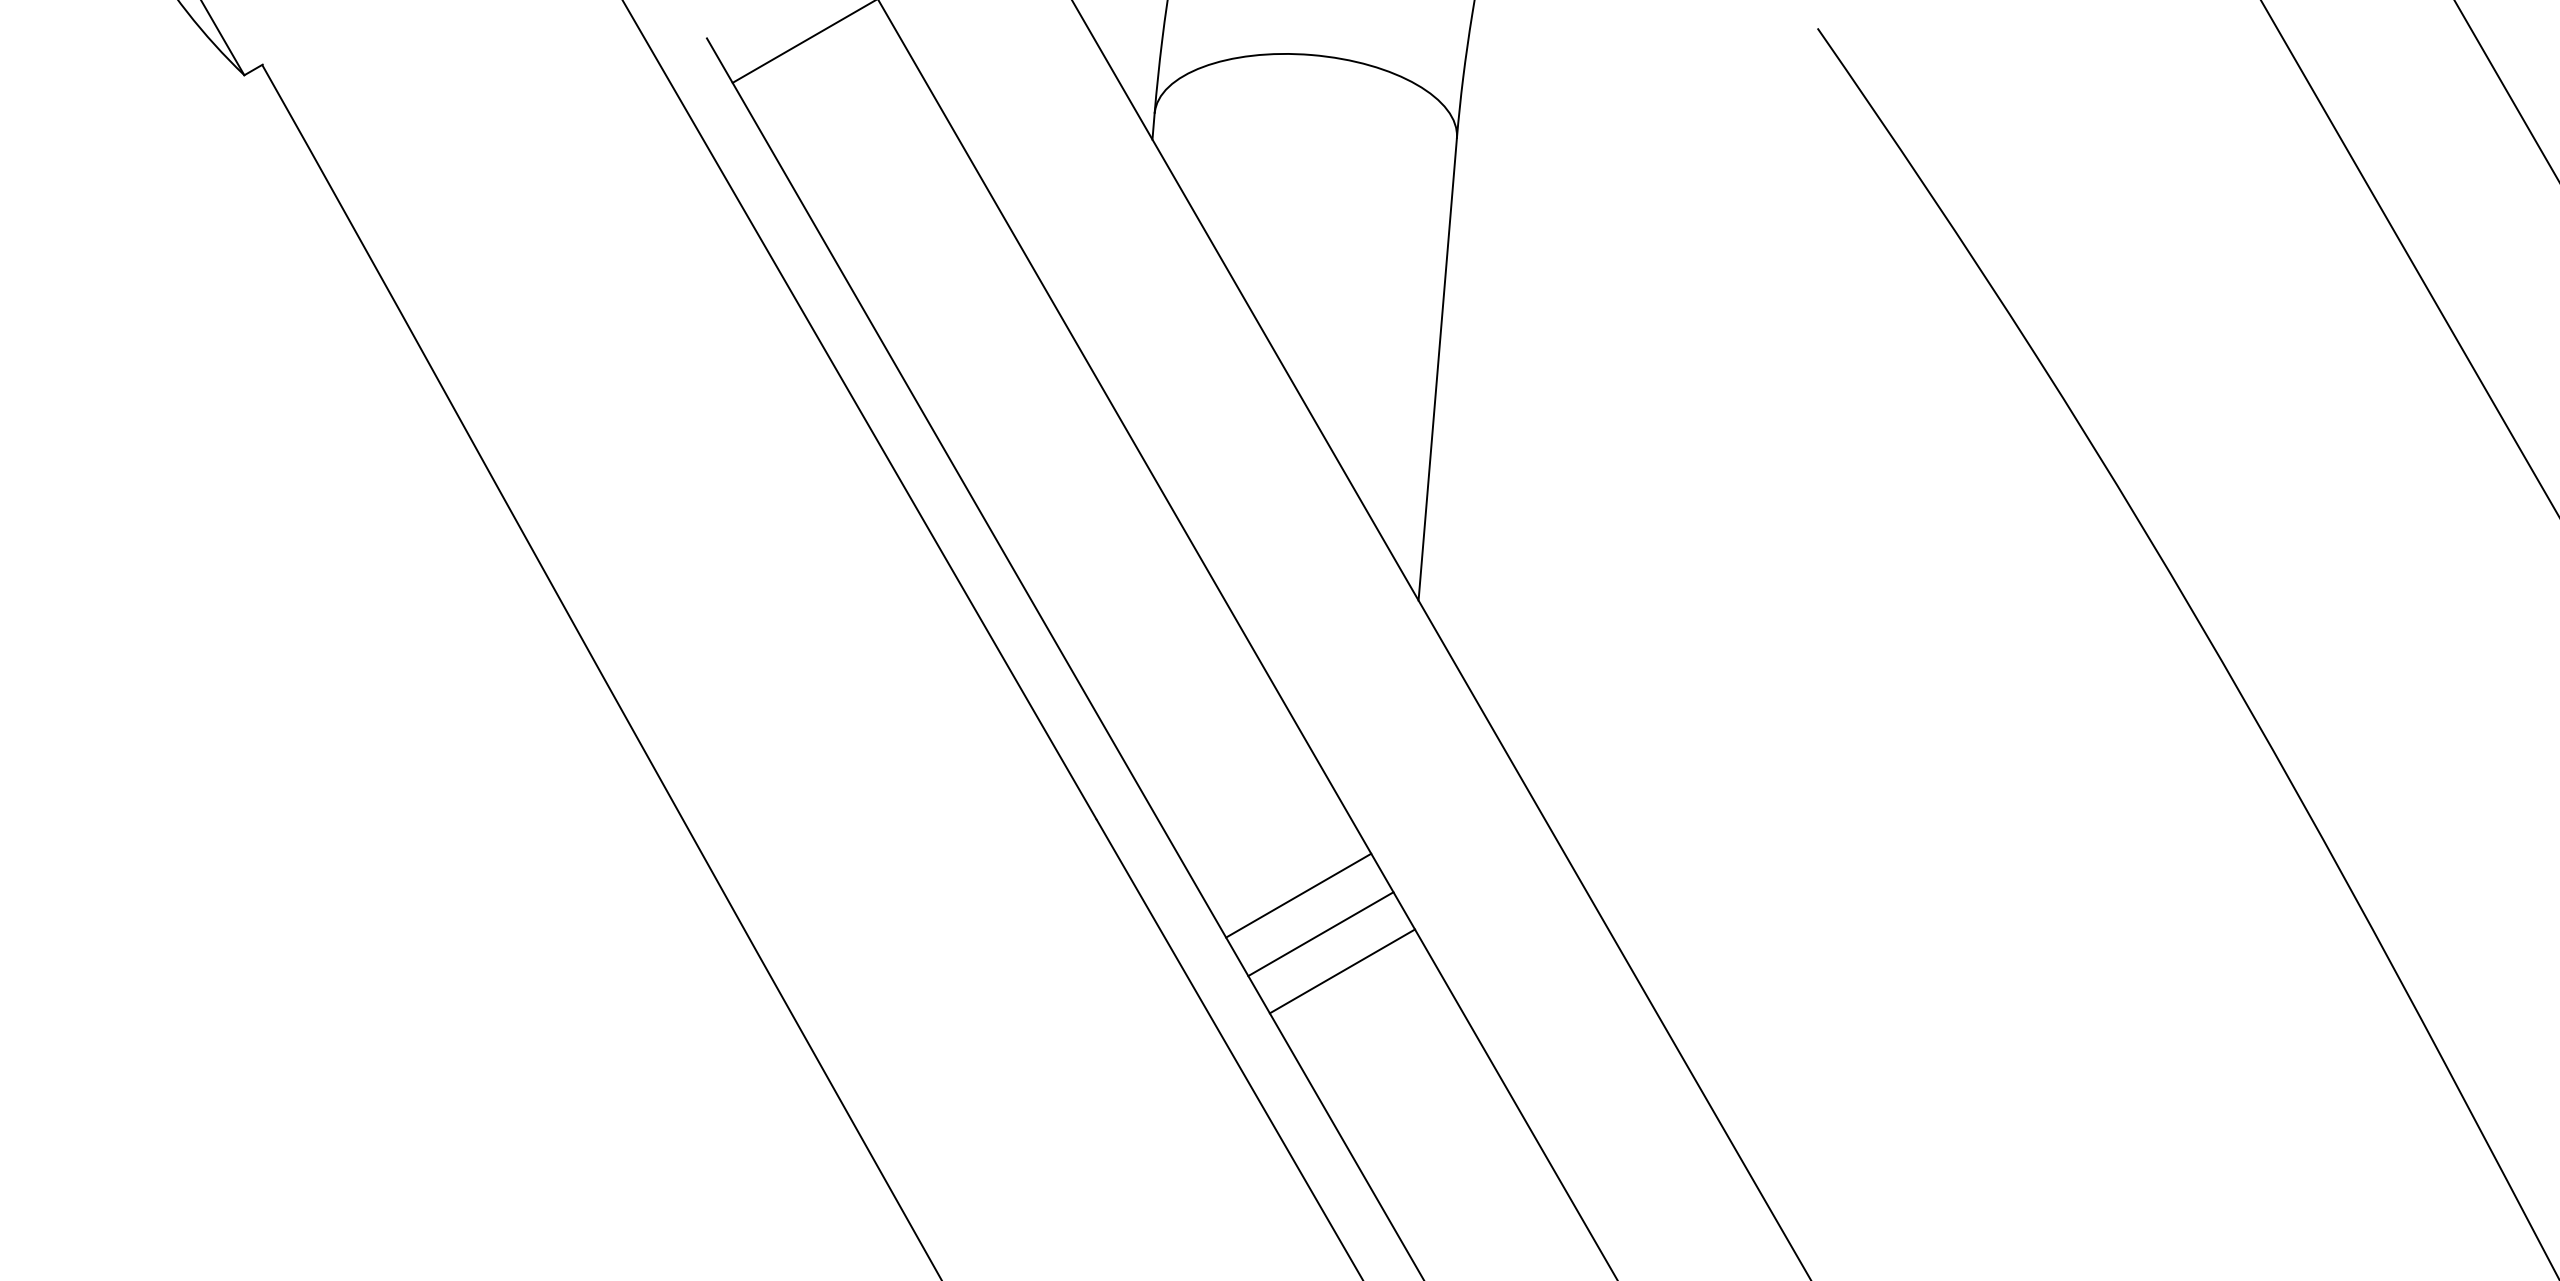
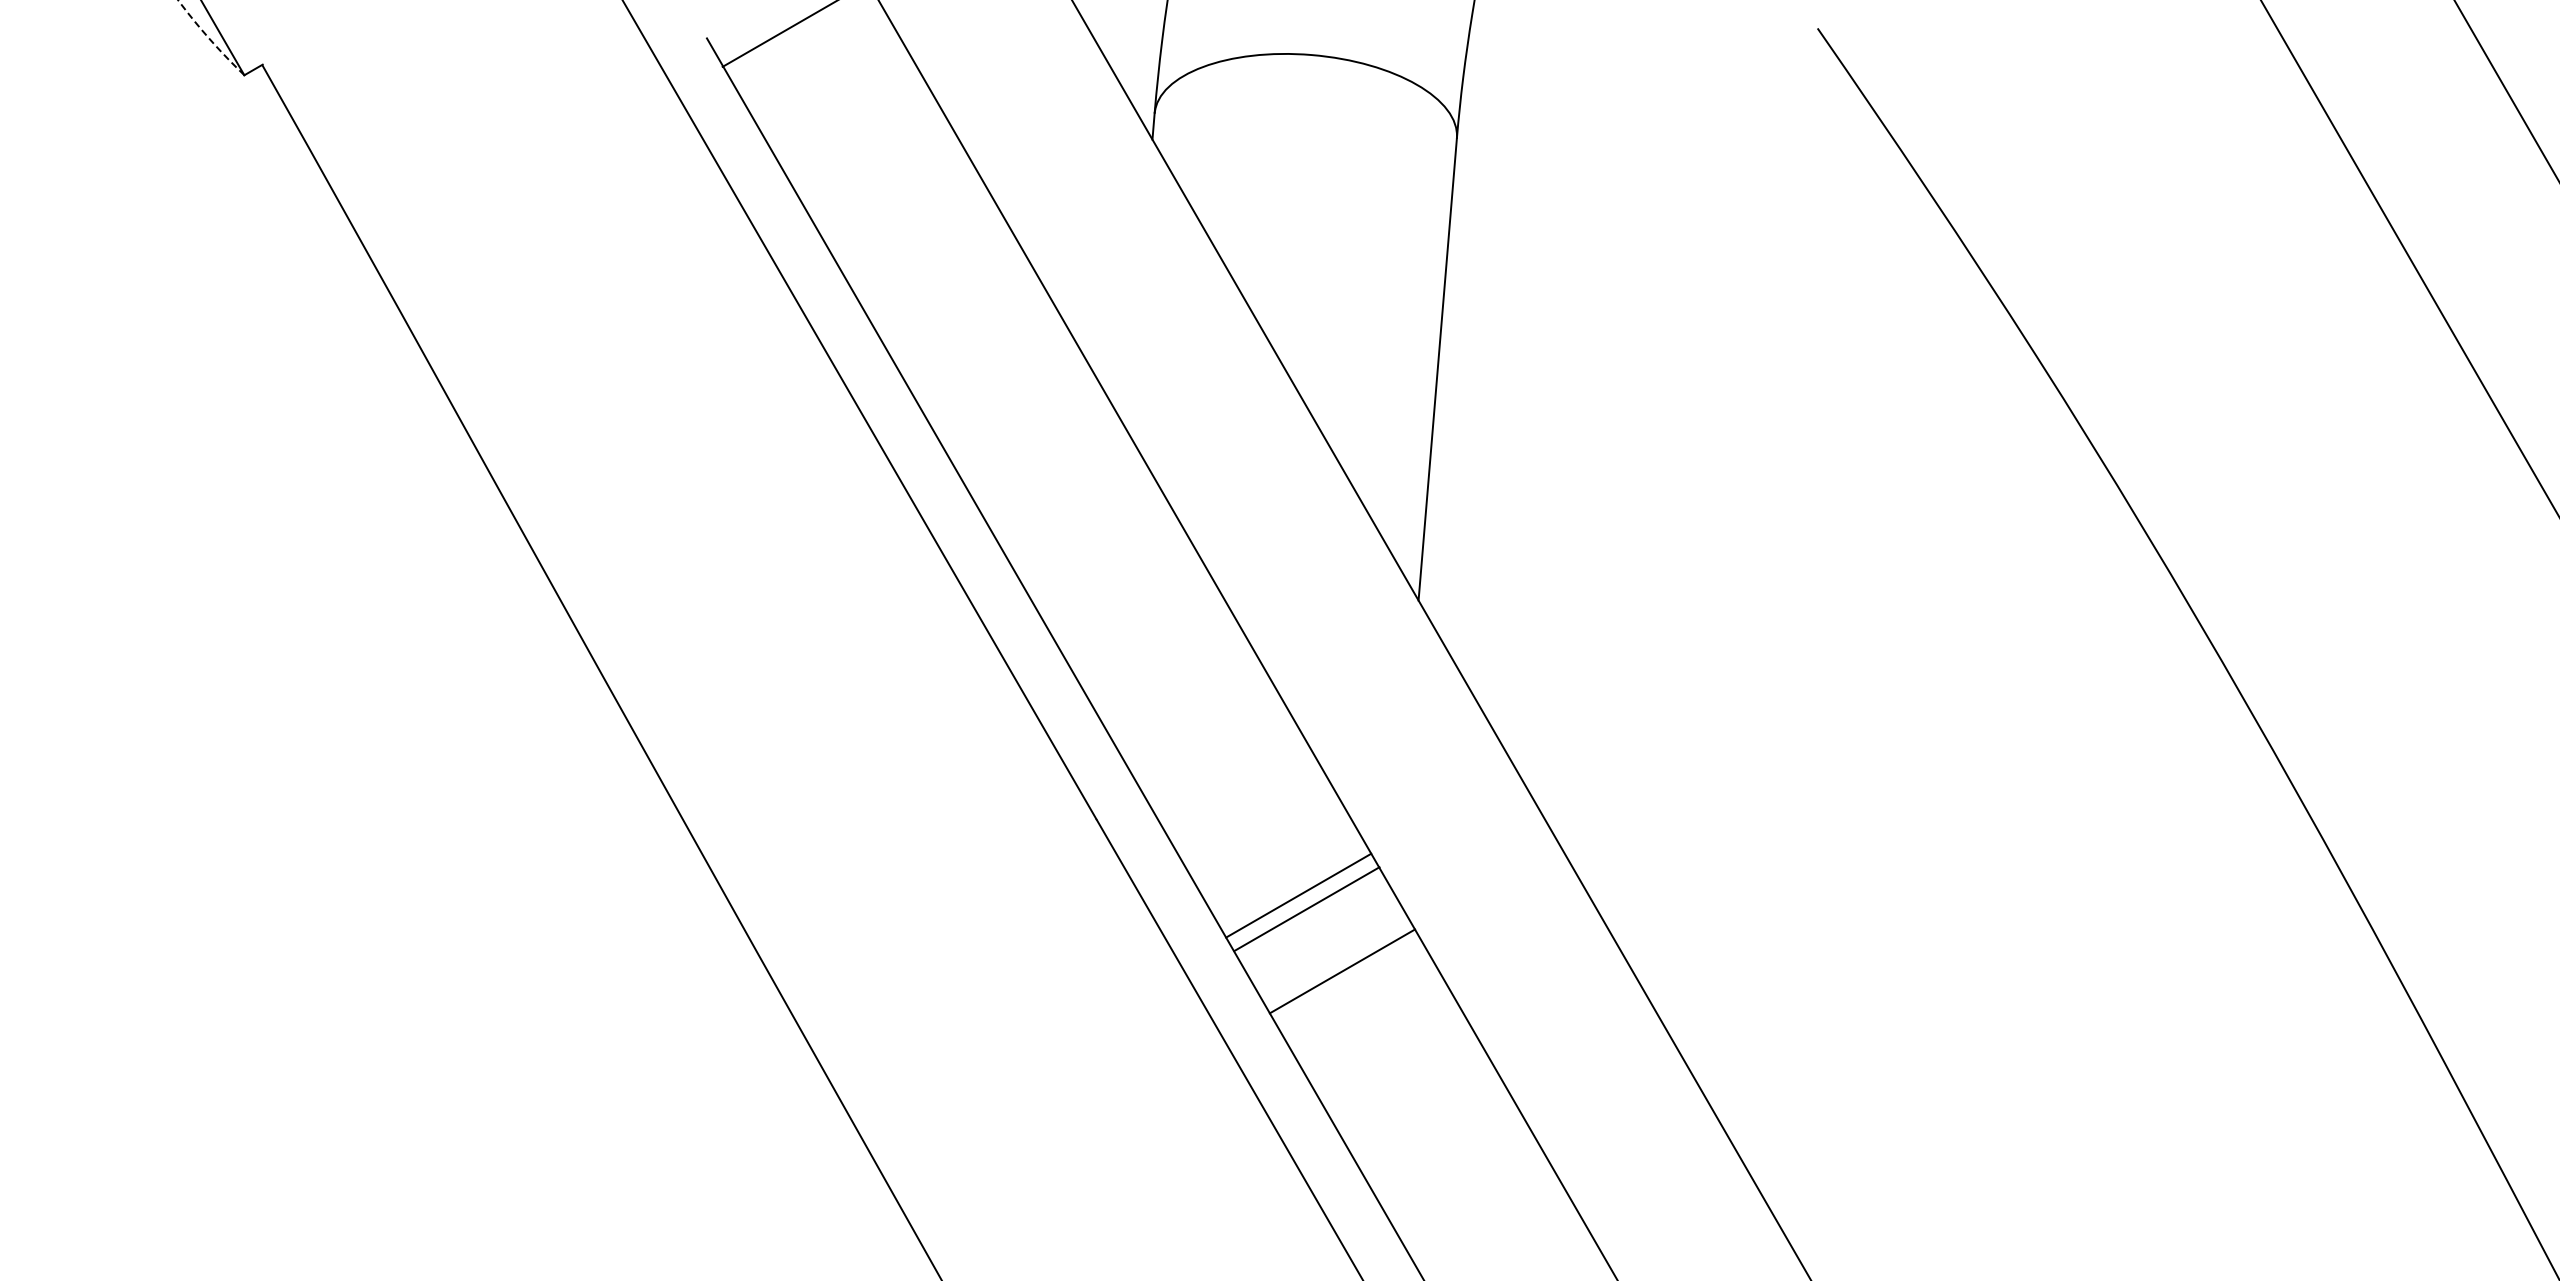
arc at (209, 38): solid -> dashed
line at (802, 42) position: (802, 42) -> (778, 34)
line at (1320, 934) position: (1320, 934) -> (1306, 909)
